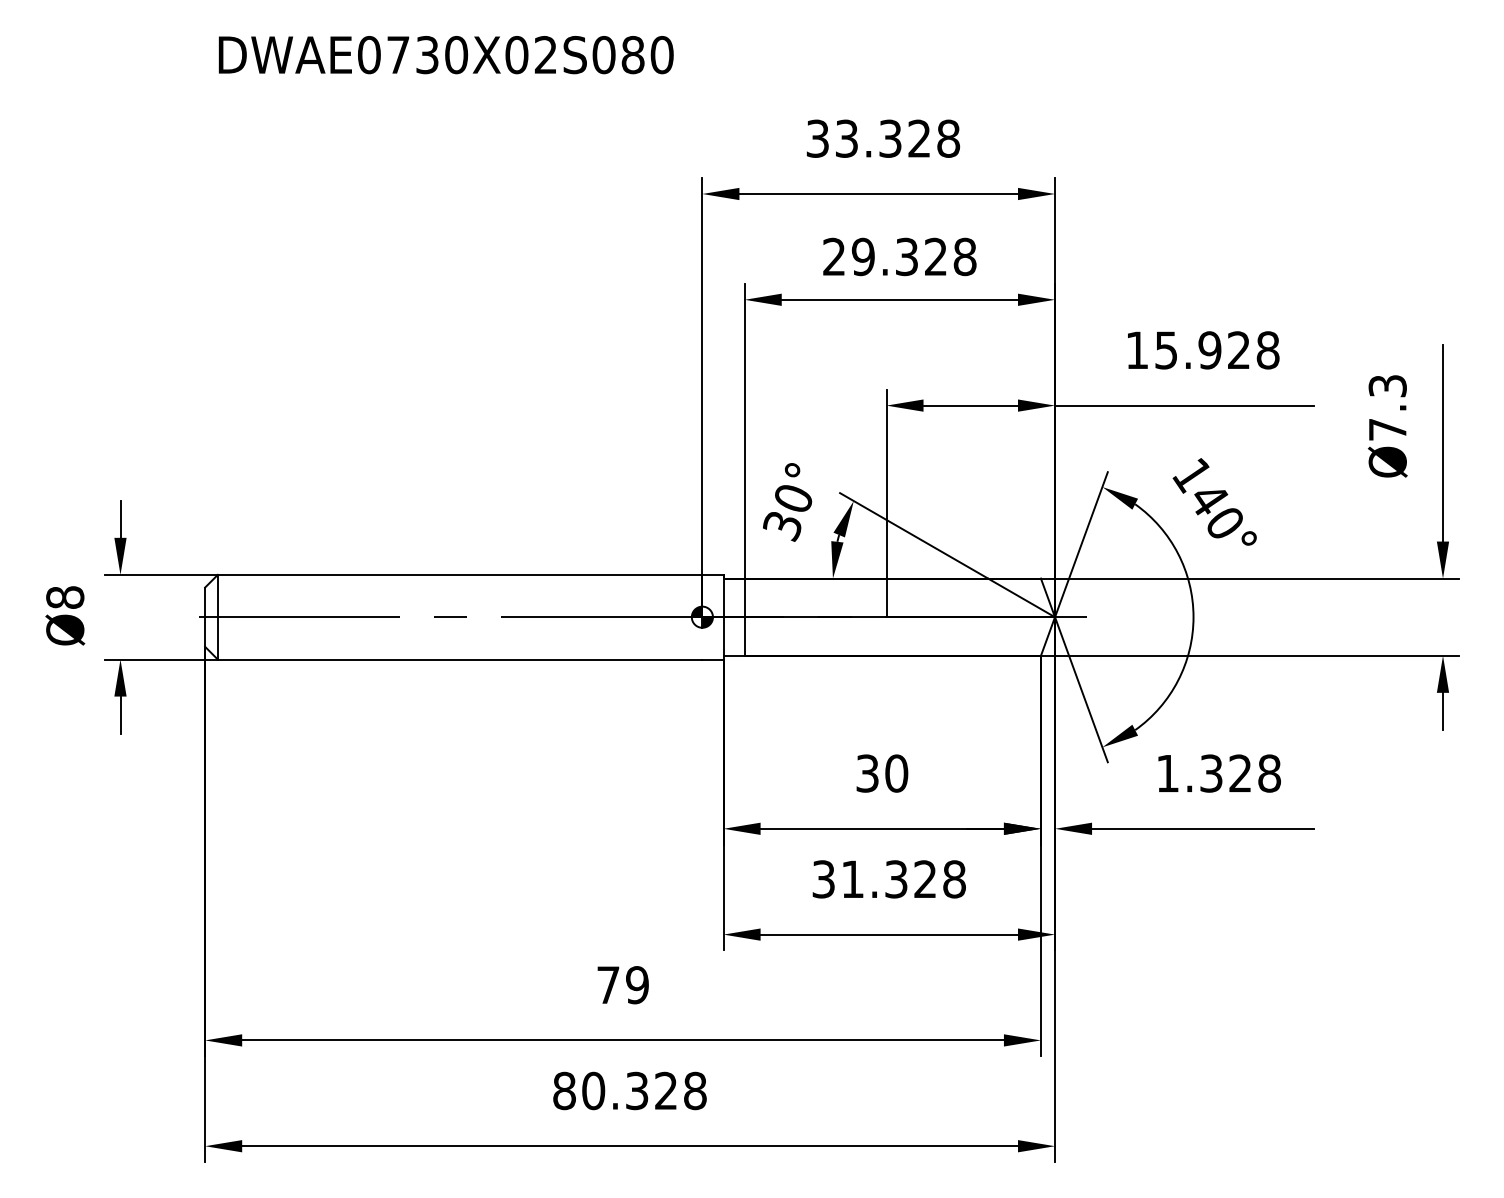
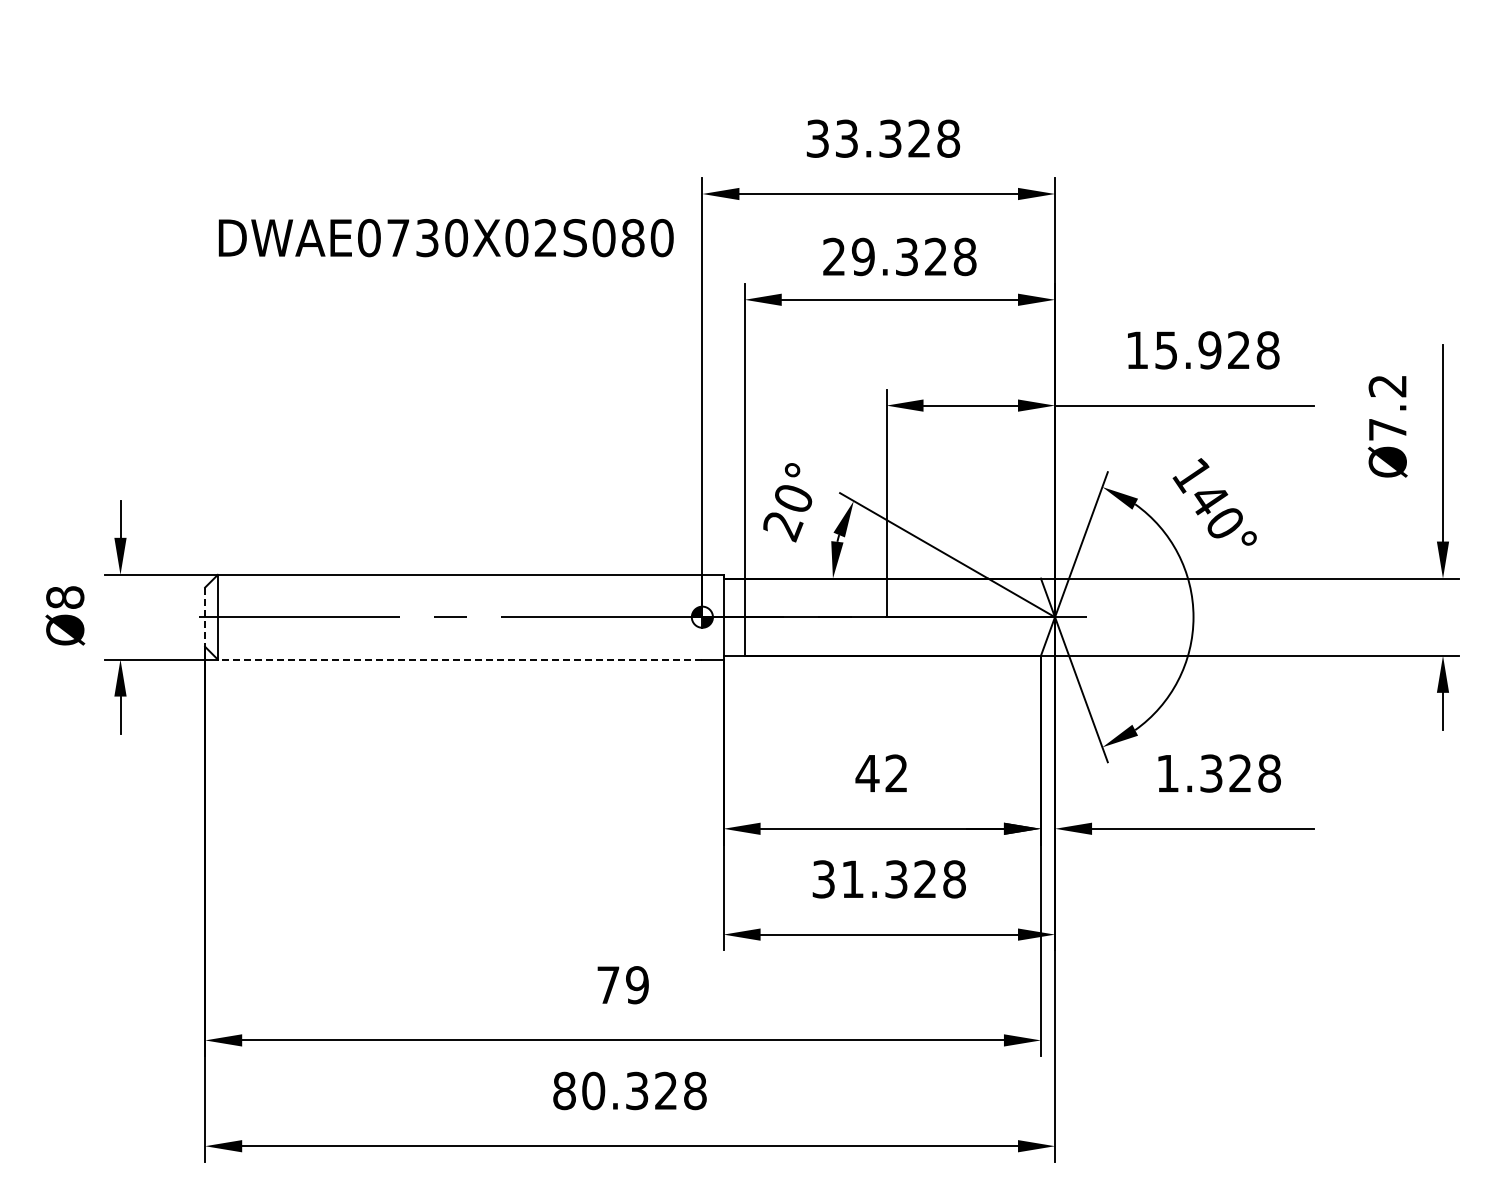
text at (445, 55) position: (445, 55) -> (445, 238)
text at (1387, 386): Ø7.3 -> Ø7.2
text at (783, 527): 30° -> 20°
line at (205, 617): solid -> dashed
line at (459, 659): solid -> dashed
text at (881, 773): 30 -> 42
